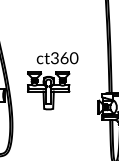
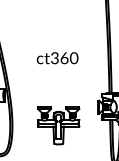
part at (48, 90) position: (48, 90) -> (58, 125)
